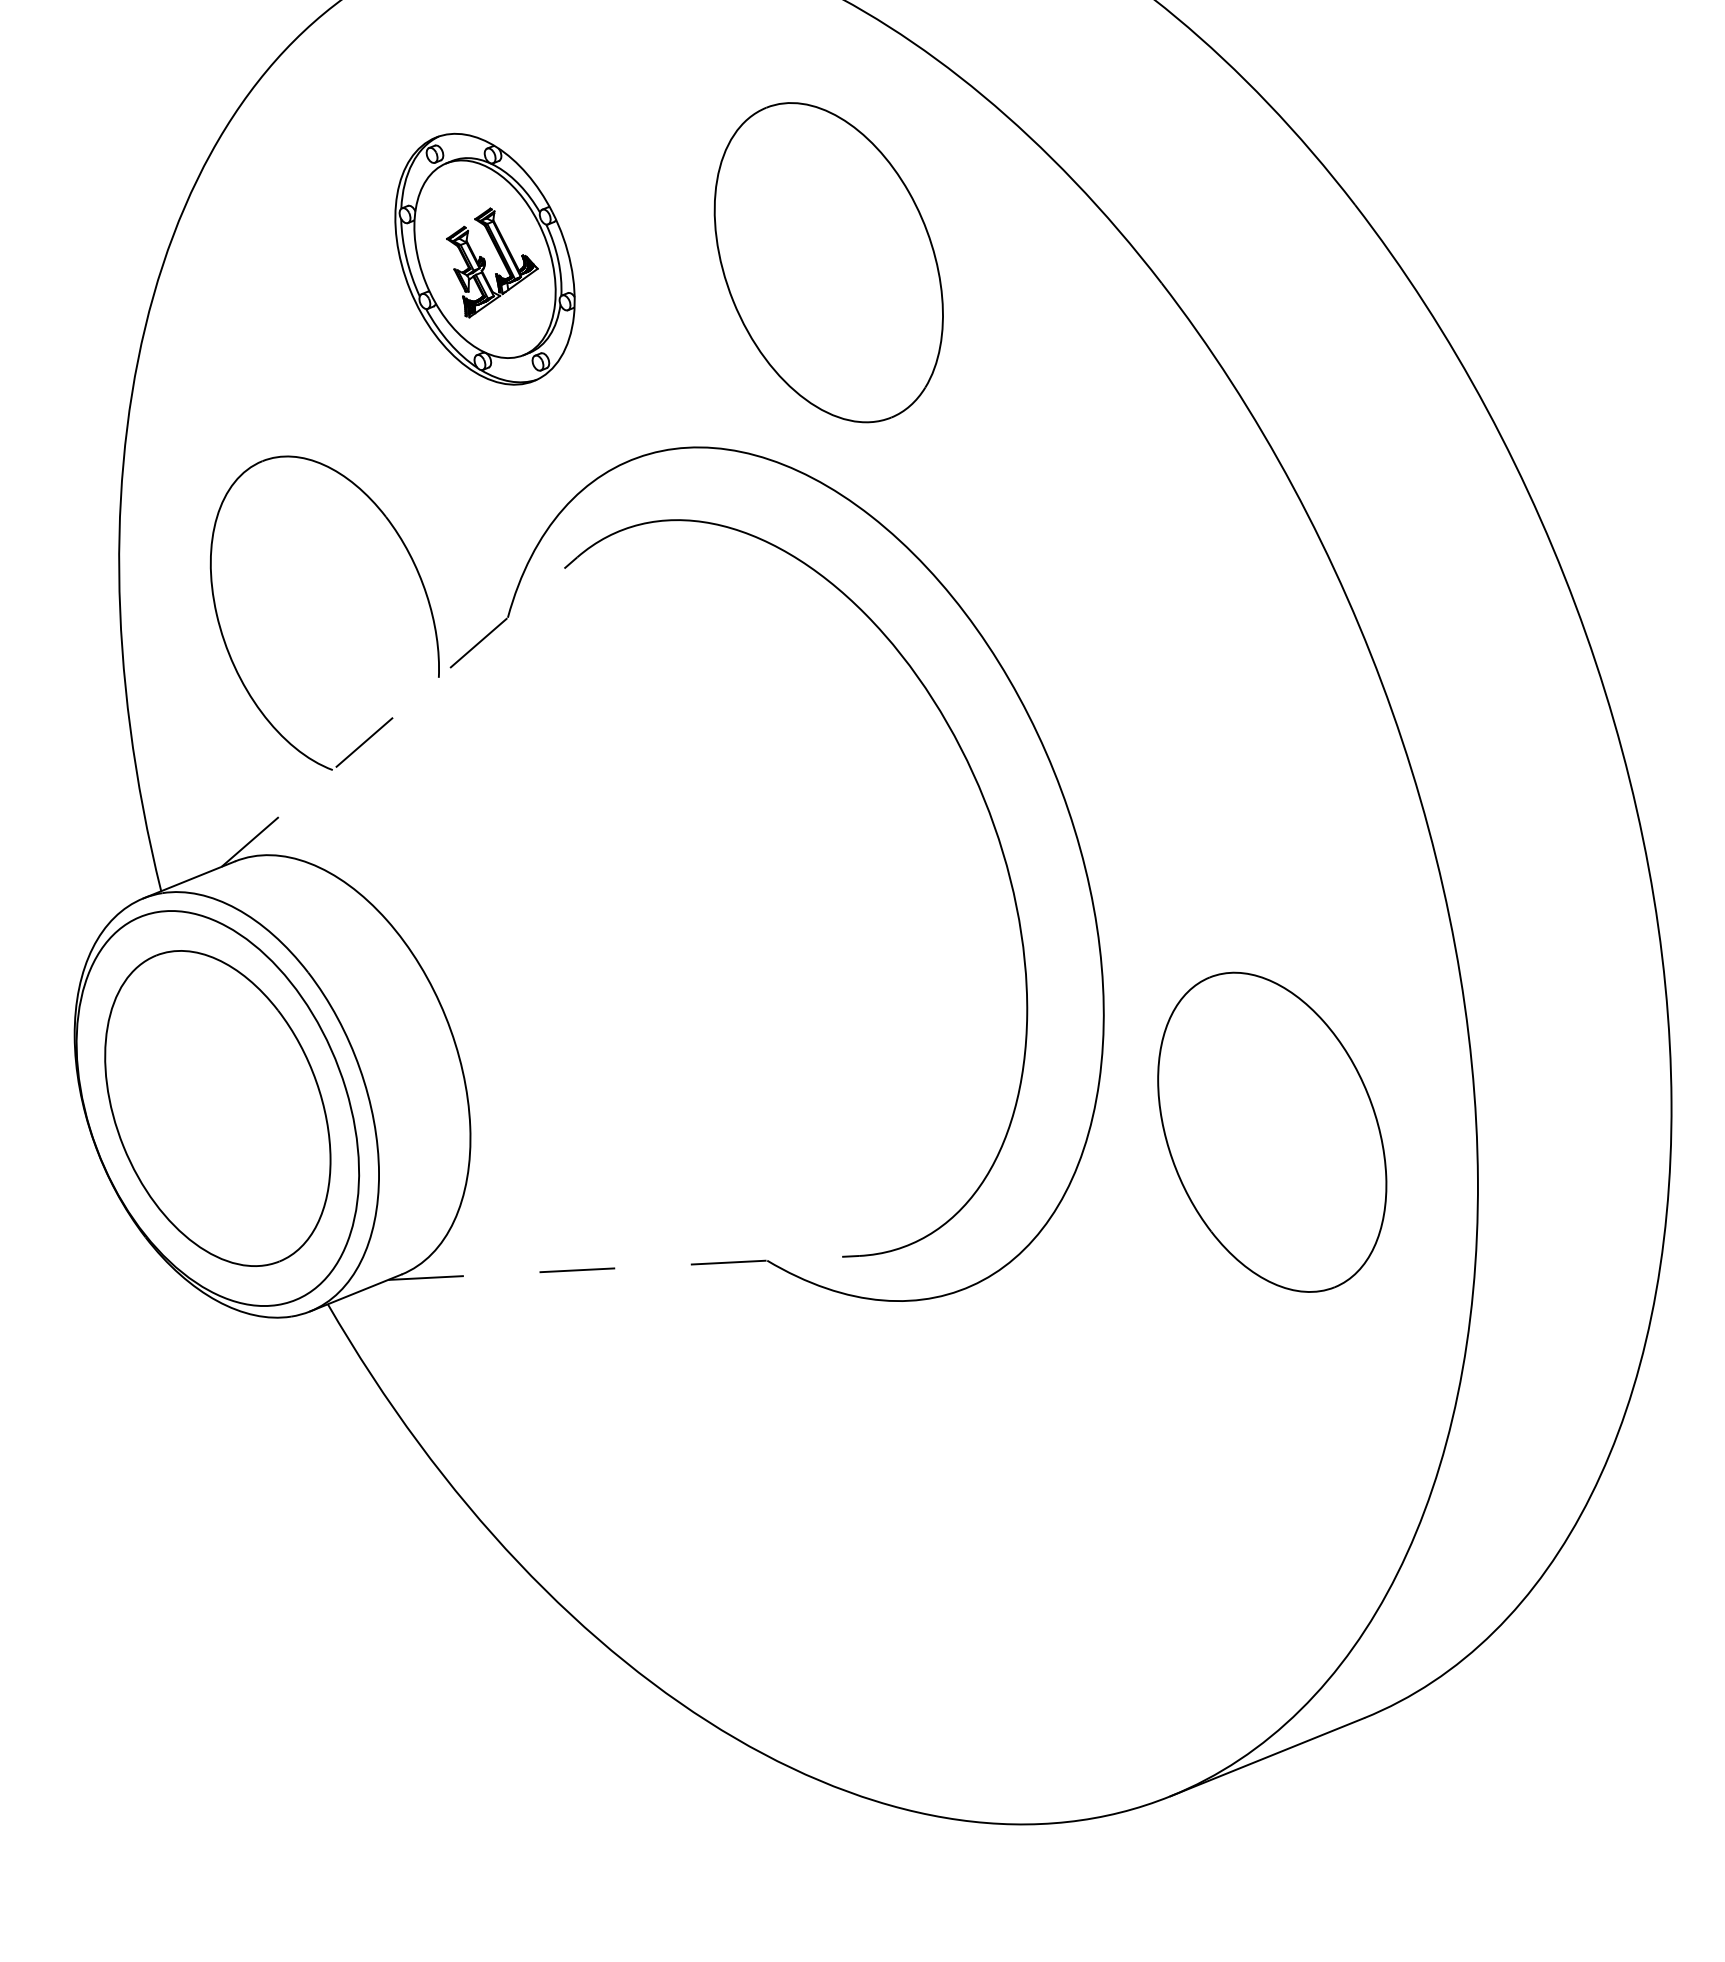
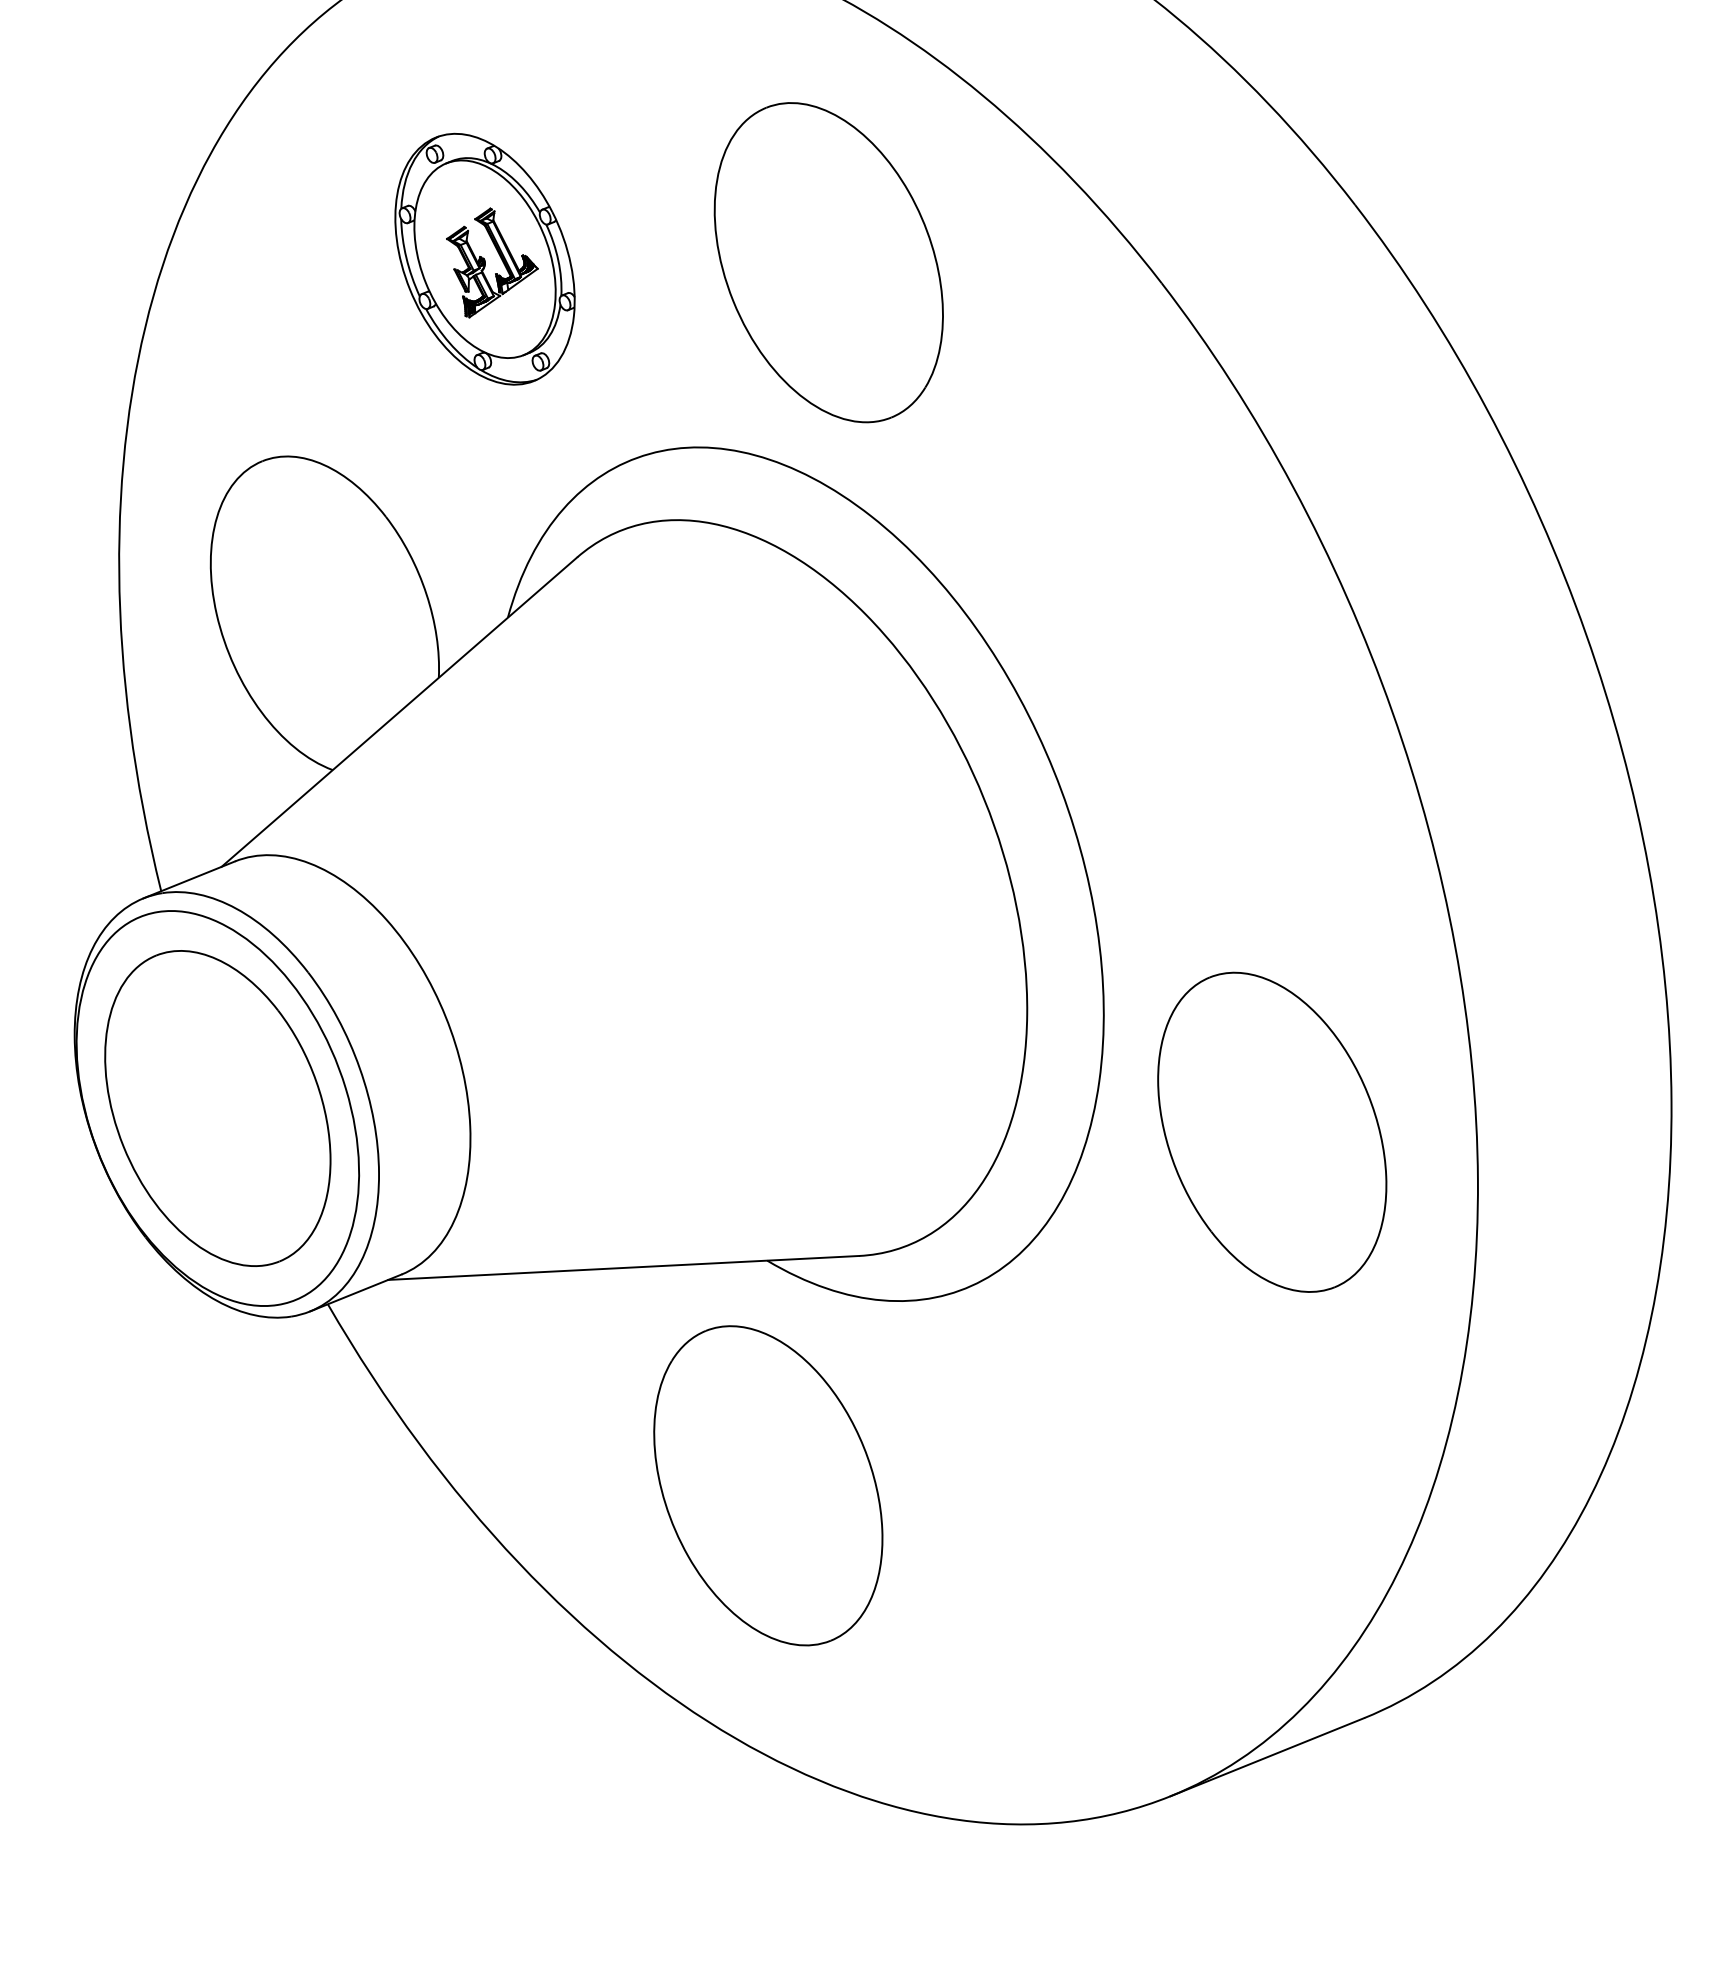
line at (399, 712): dashed -> solid
line at (623, 1267): dashed -> solid
part at (768, 1485): none -> present
